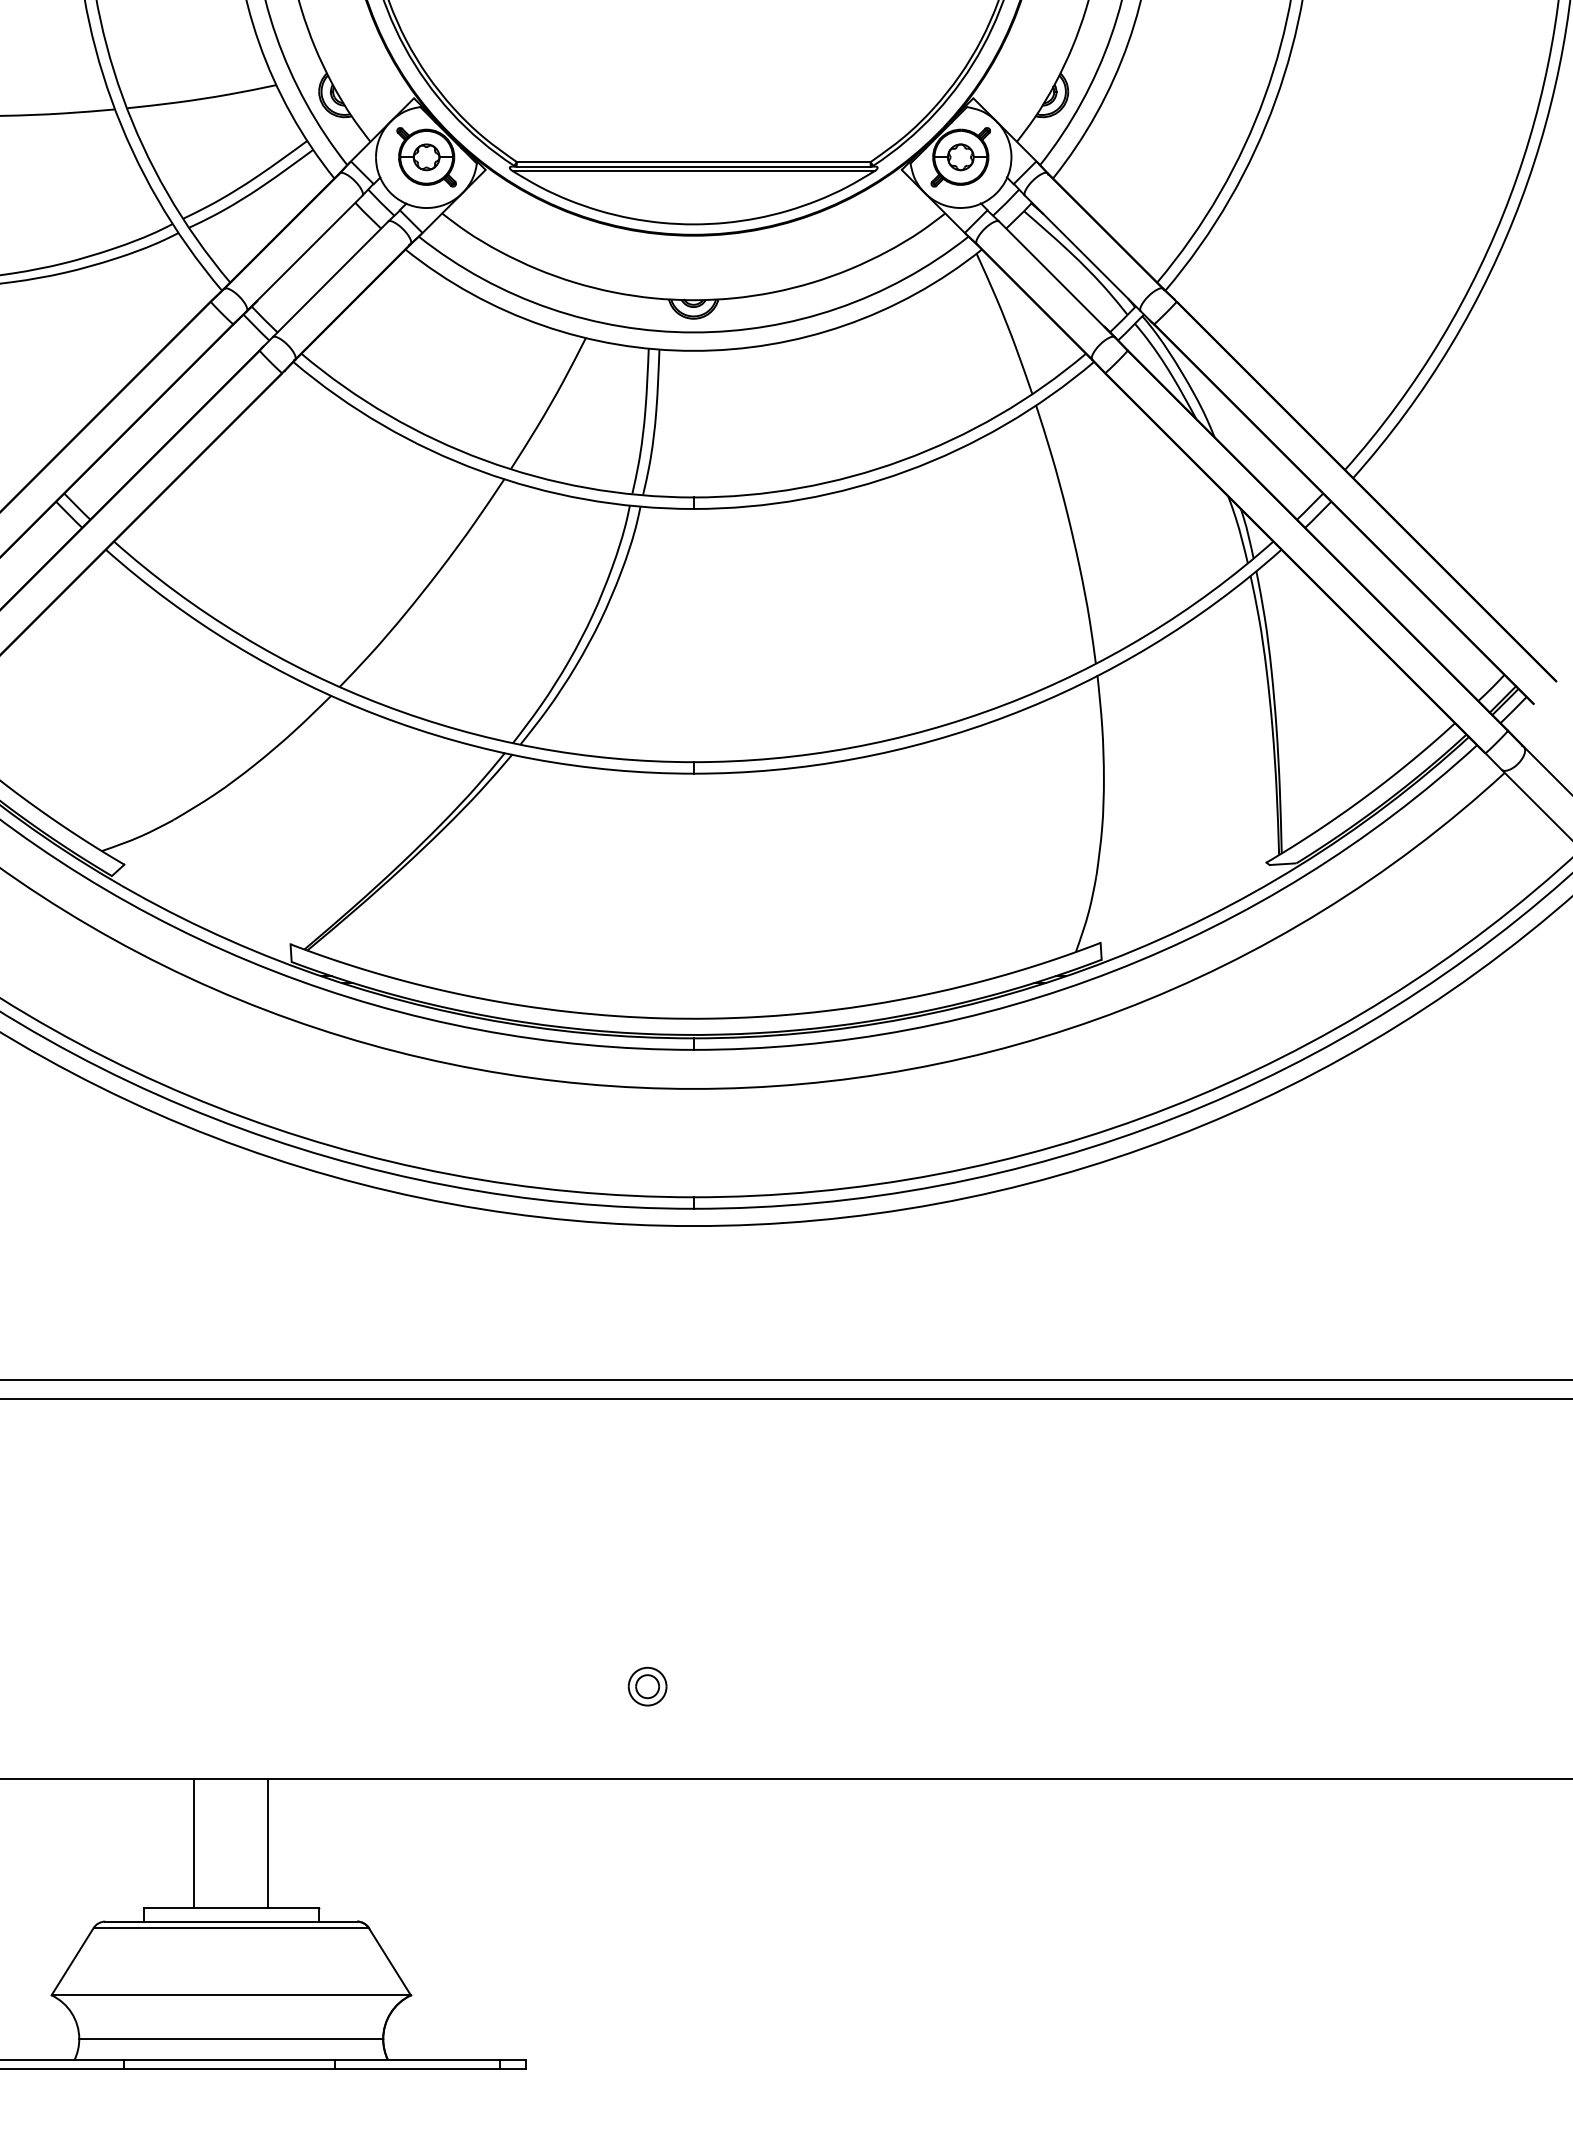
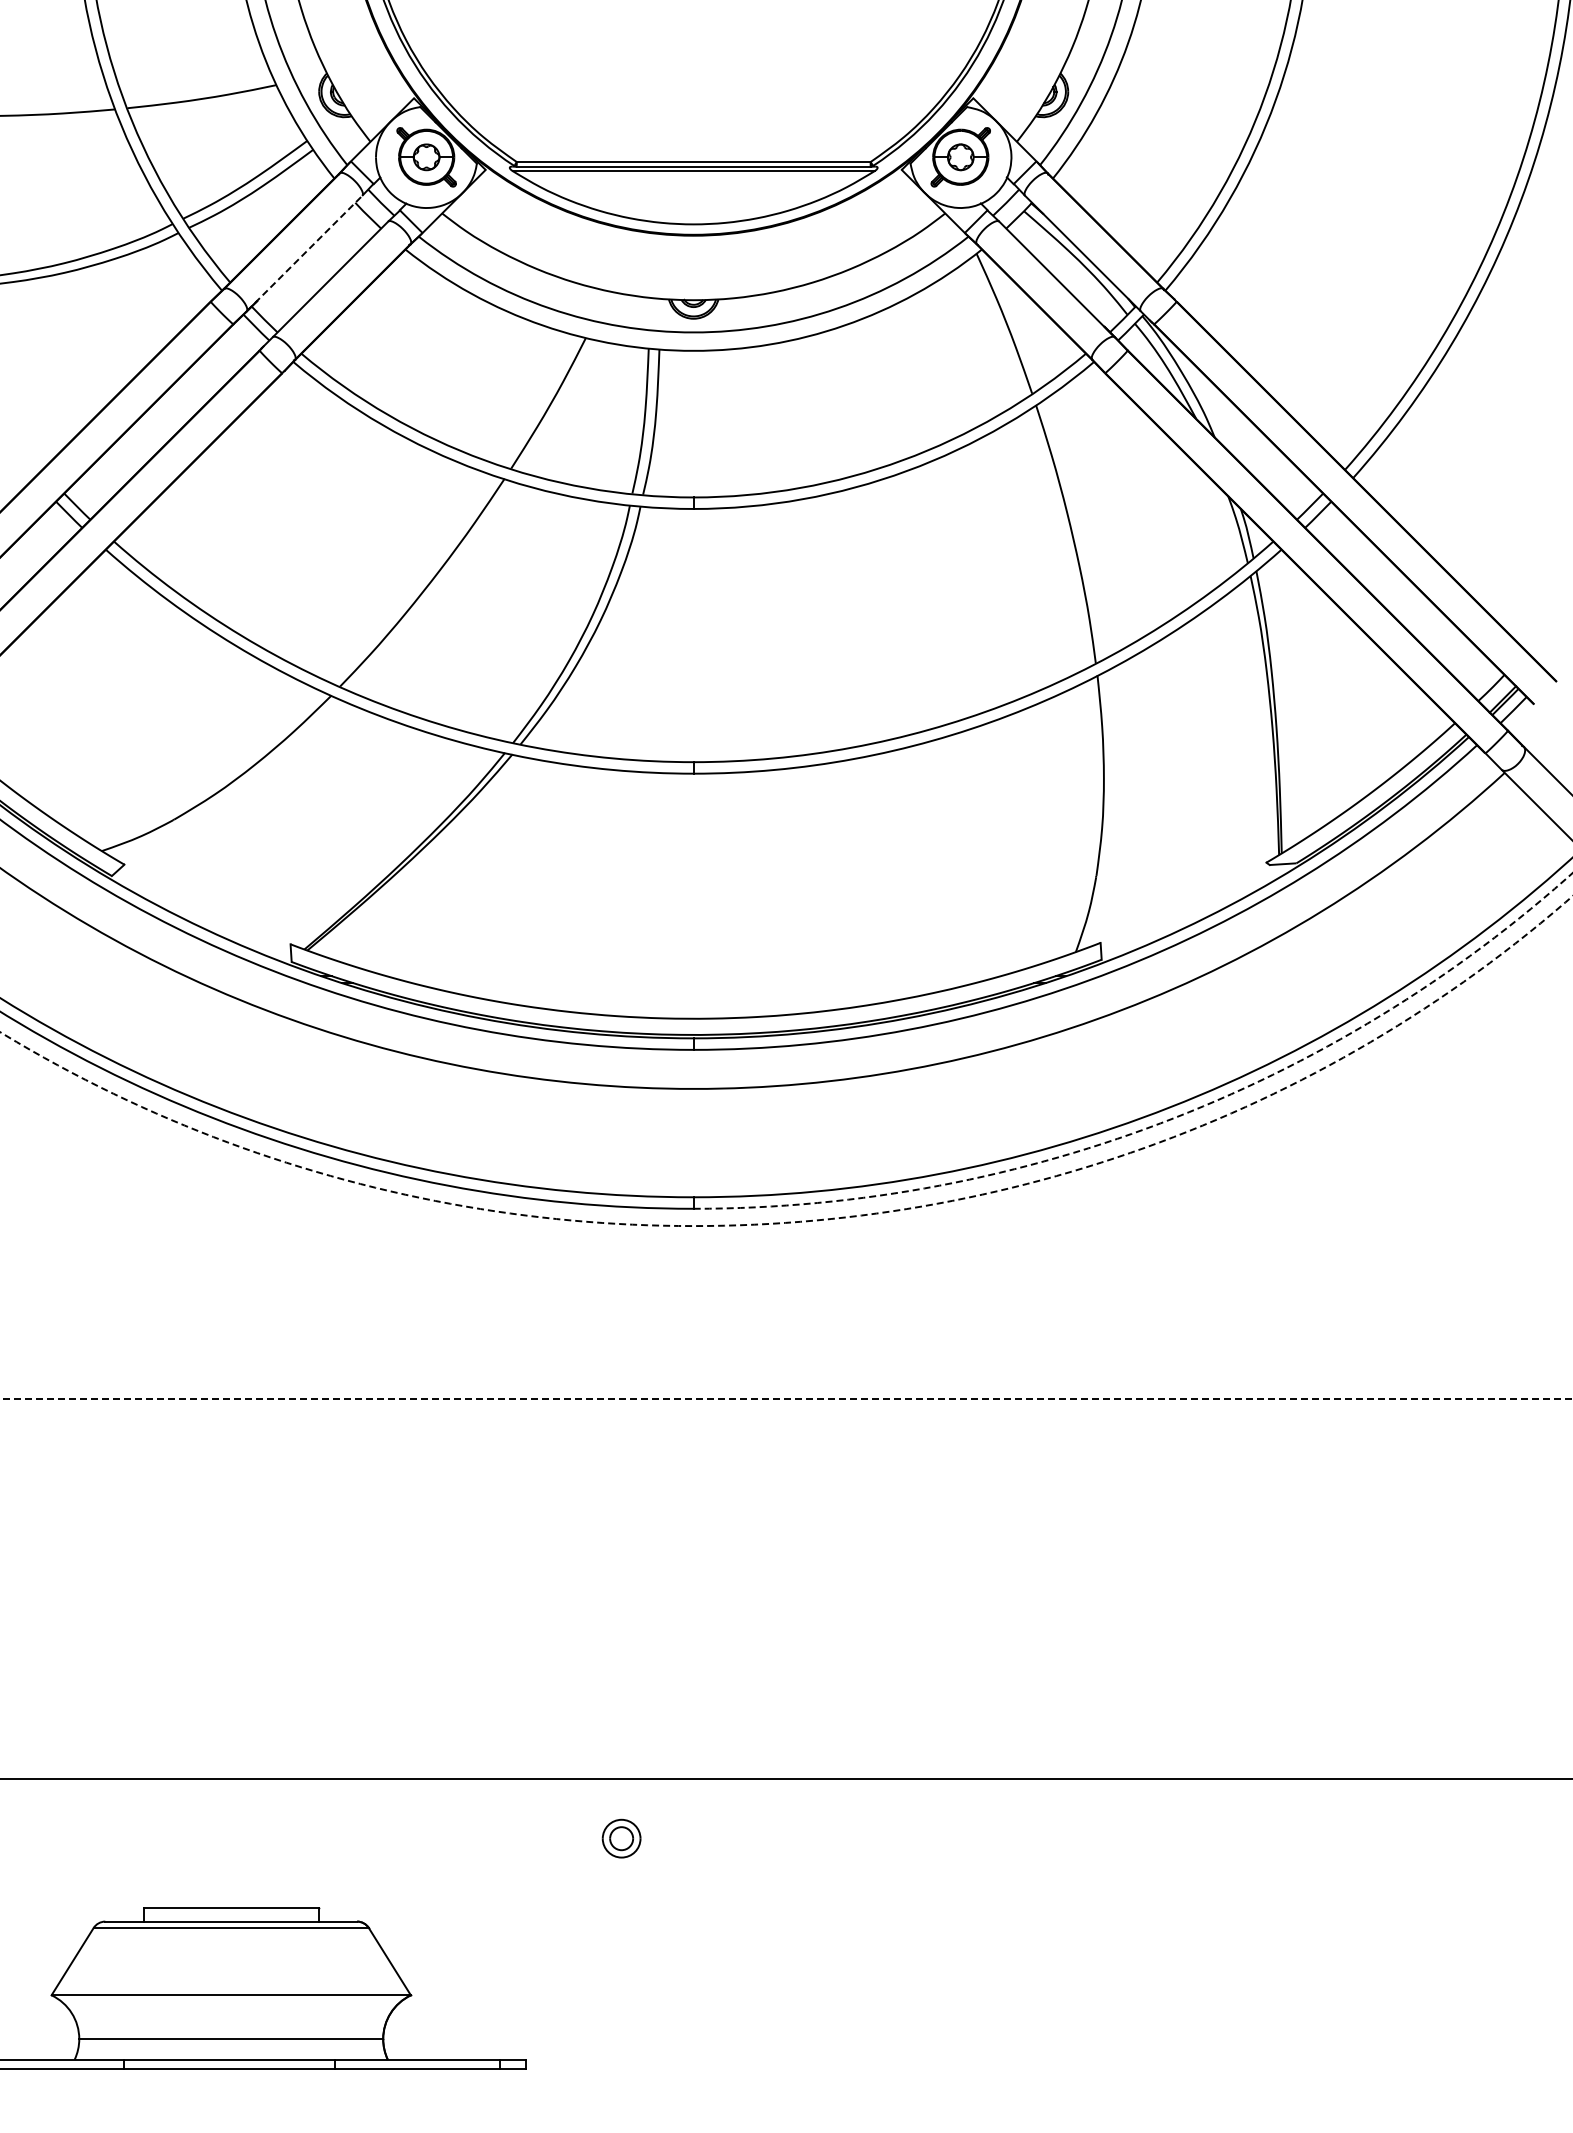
line at (304, 253): solid -> dashed
arc at (1164, 1121): solid -> dashed
arc at (808, 1221): solid -> dashed
line at (785, 1380): present -> none
line at (786, 1398): solid -> dashed
part at (647, 1686) position: (647, 1686) -> (621, 1838)
line at (194, 1842): present -> none
line at (268, 1842): present -> none
